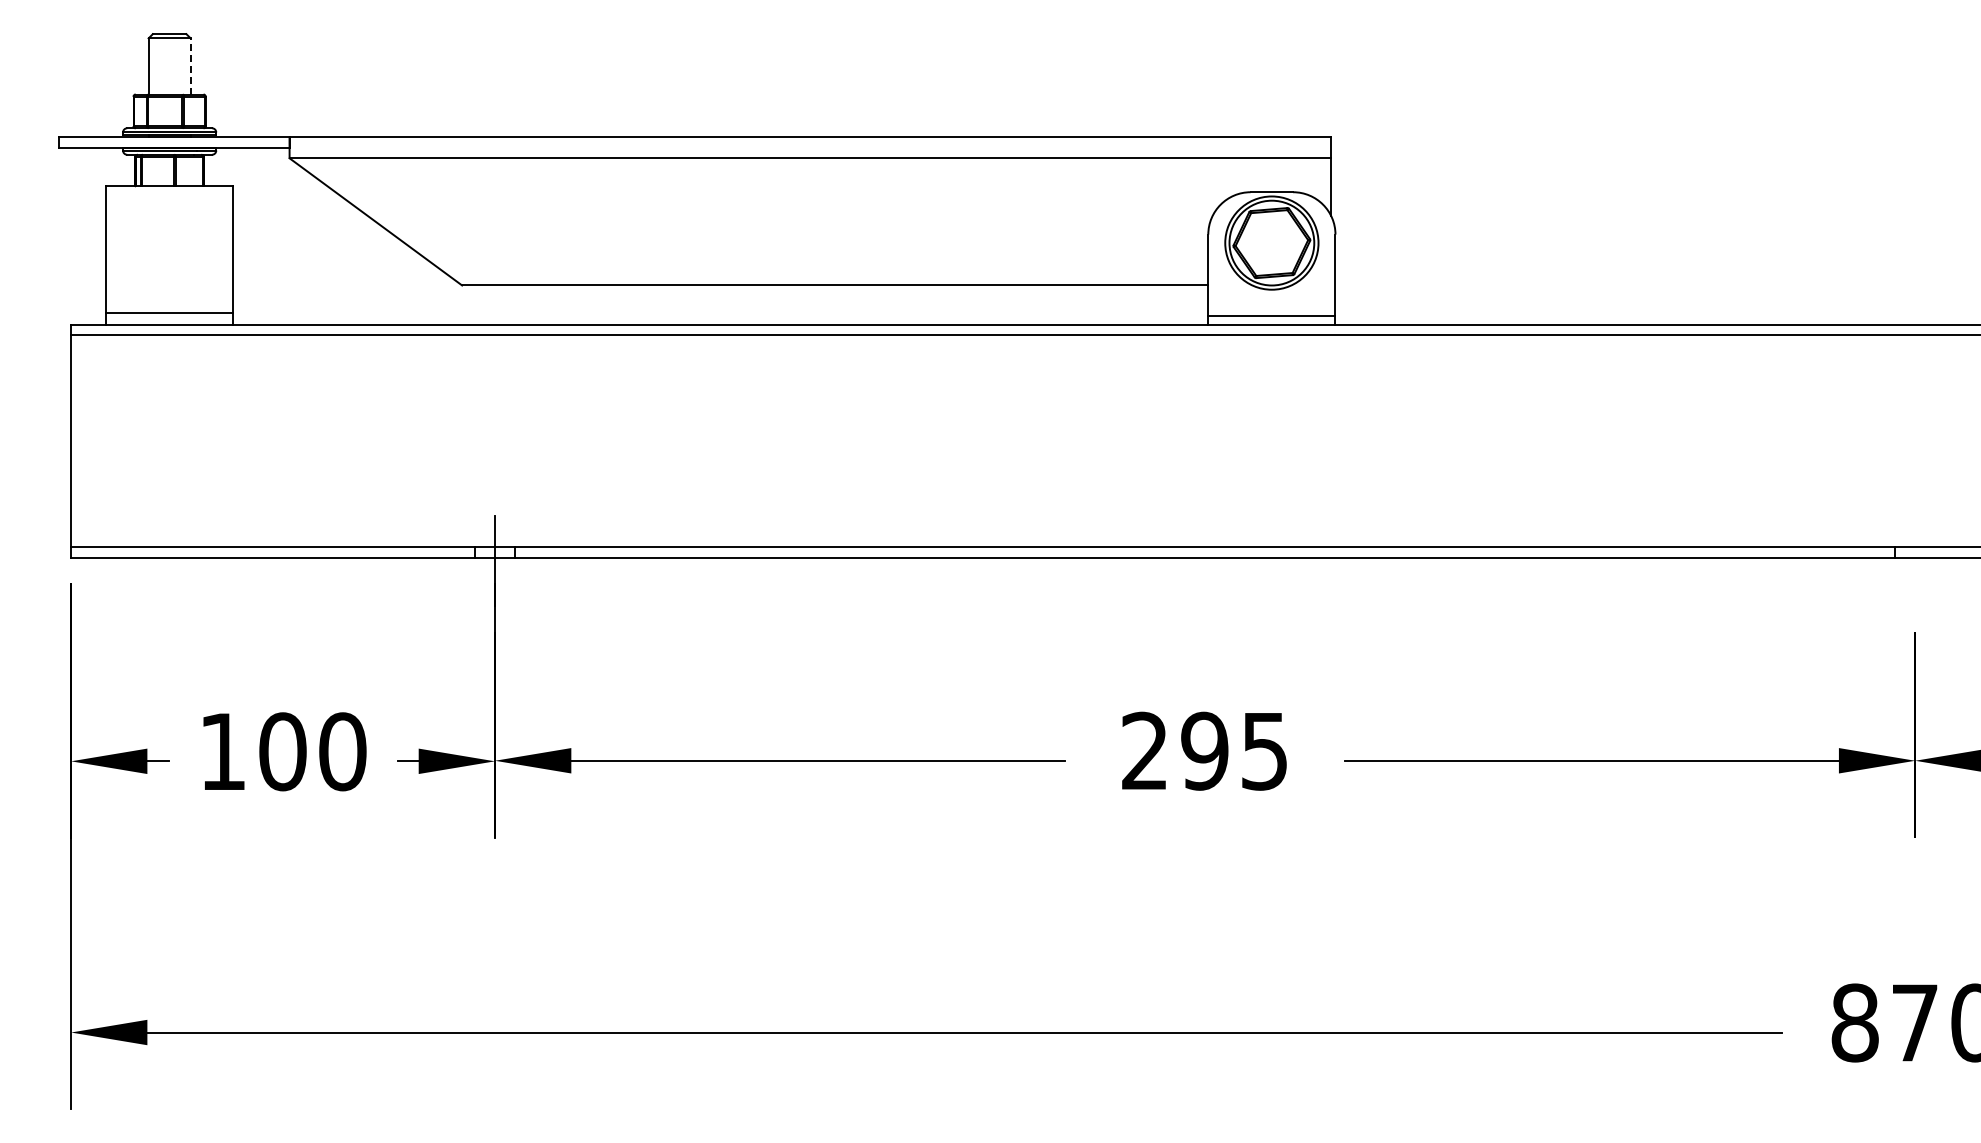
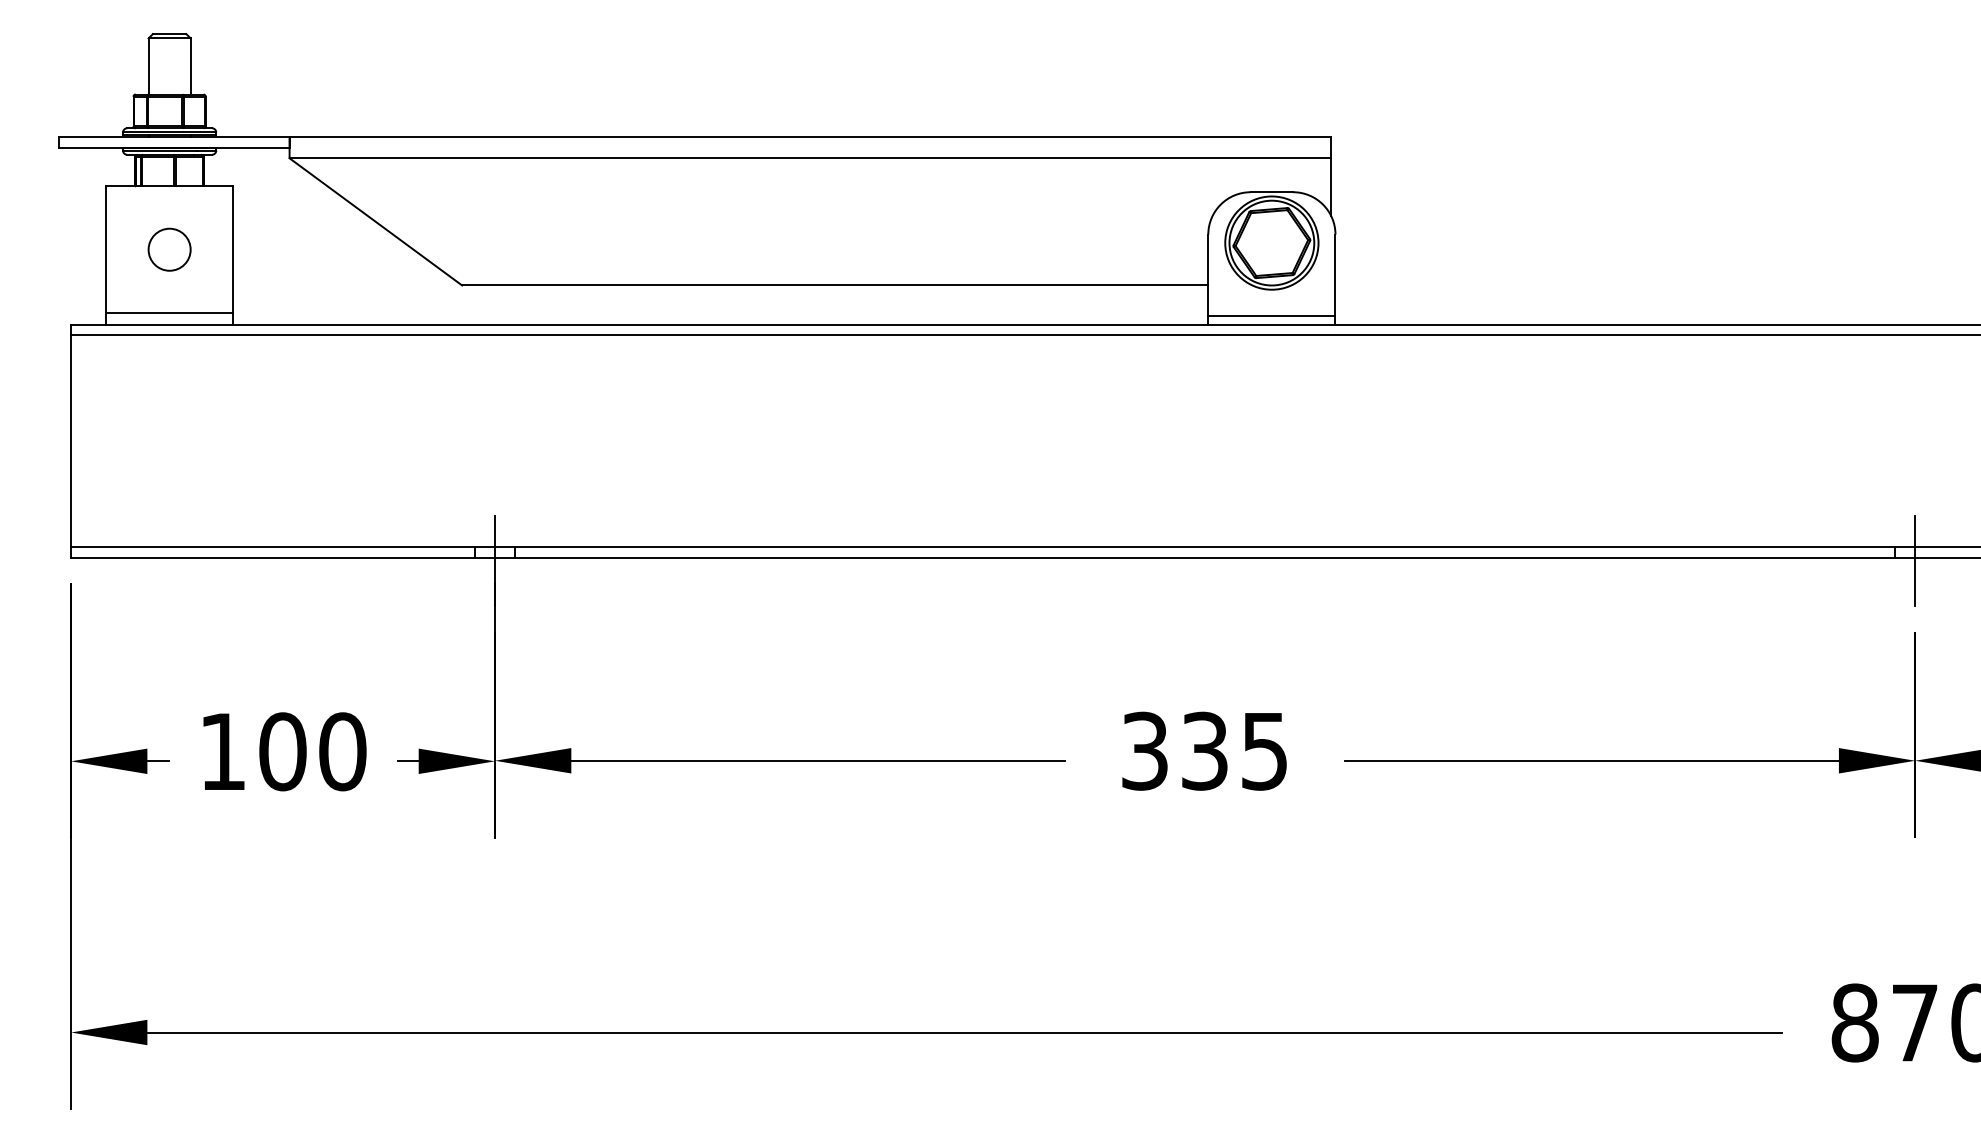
line at (190, 66): dashed -> solid
circle at (169, 249): none -> present
line at (1915, 560): none -> present
text at (1175, 750): 295 -> 335
